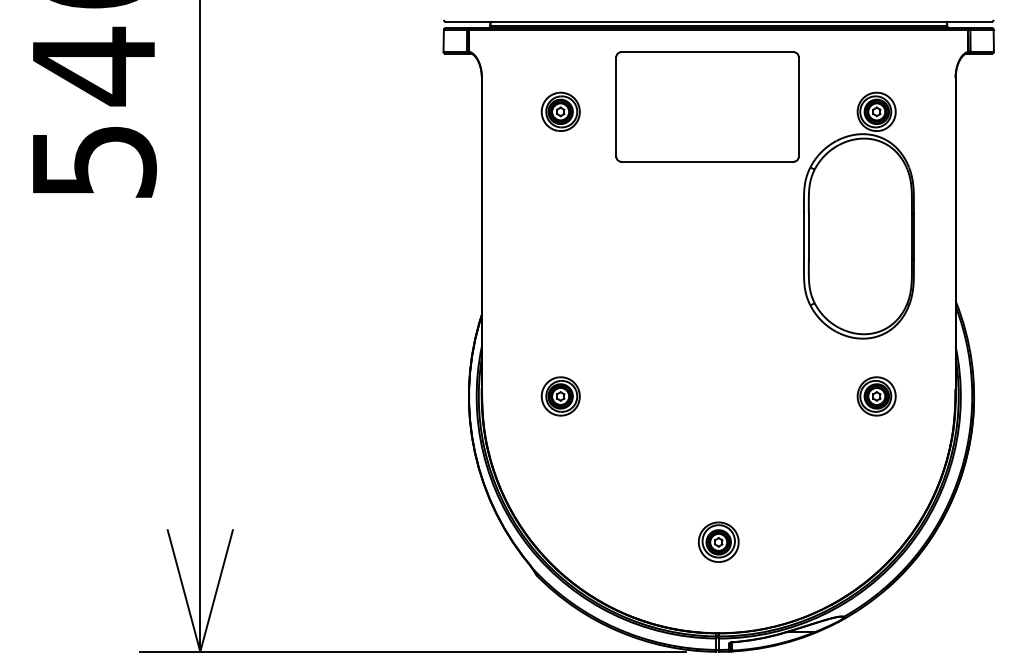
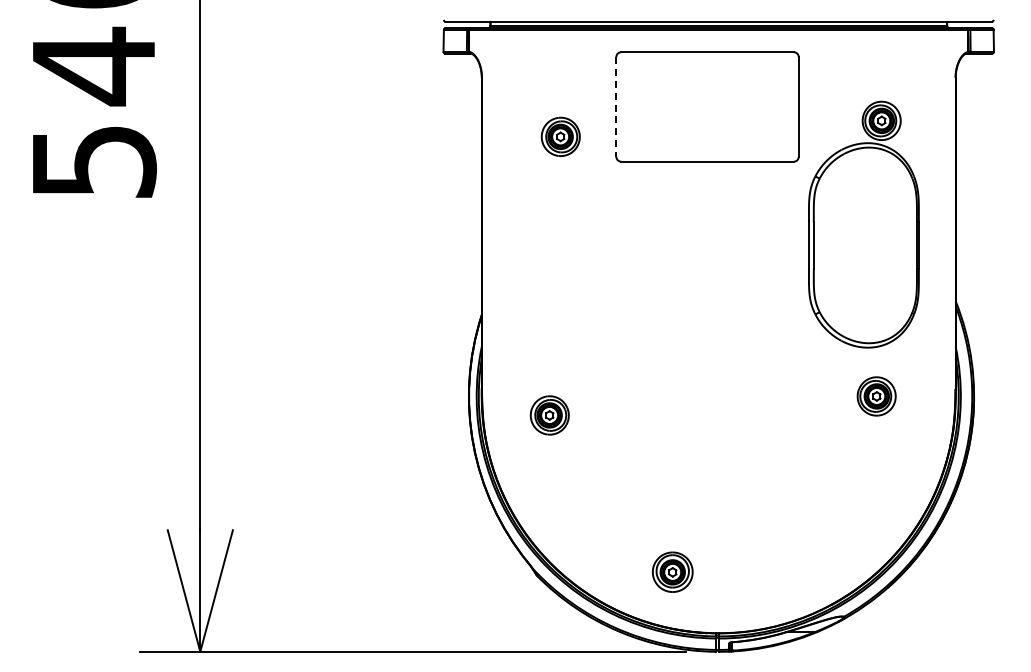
line at (616, 106): solid -> dashed
part at (560, 111) position: (560, 111) -> (560, 136)
part at (858, 215) position: (858, 215) -> (863, 224)
part at (560, 396) position: (560, 396) -> (549, 415)
part at (718, 541) position: (718, 541) -> (672, 571)
